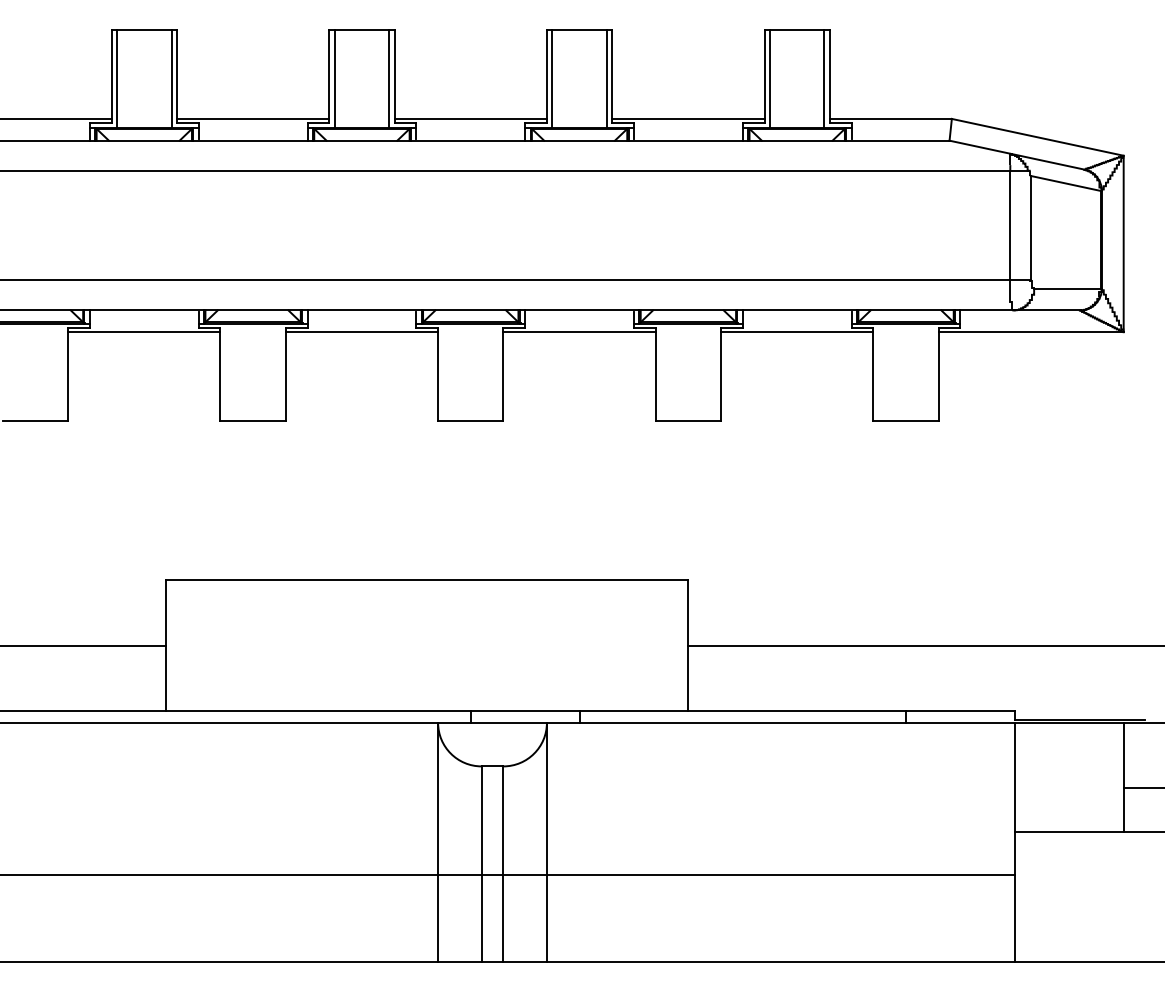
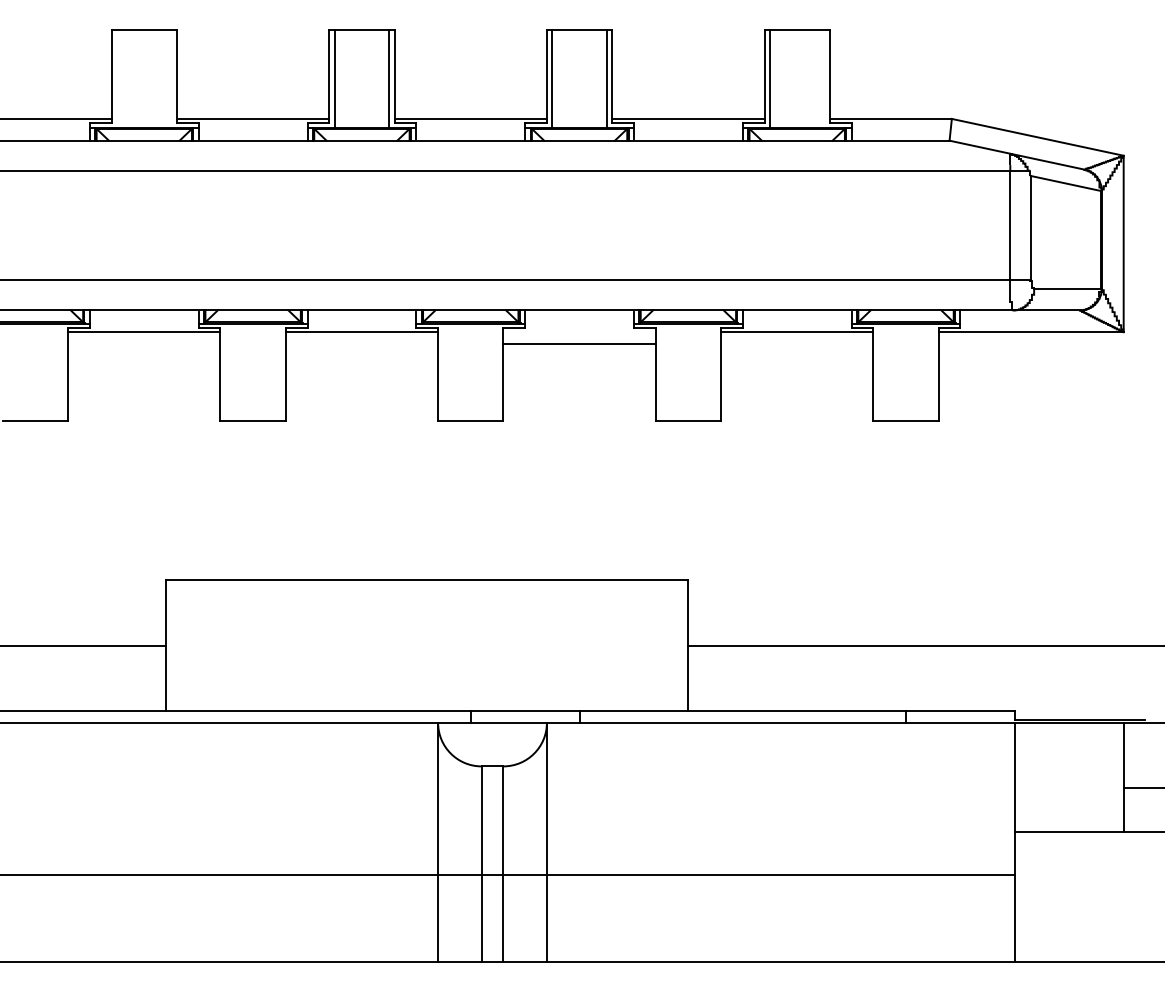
line at (117, 78): present -> none
line at (171, 78): present -> none
line at (824, 78): present -> none
line at (579, 332) position: (579, 332) -> (579, 344)
